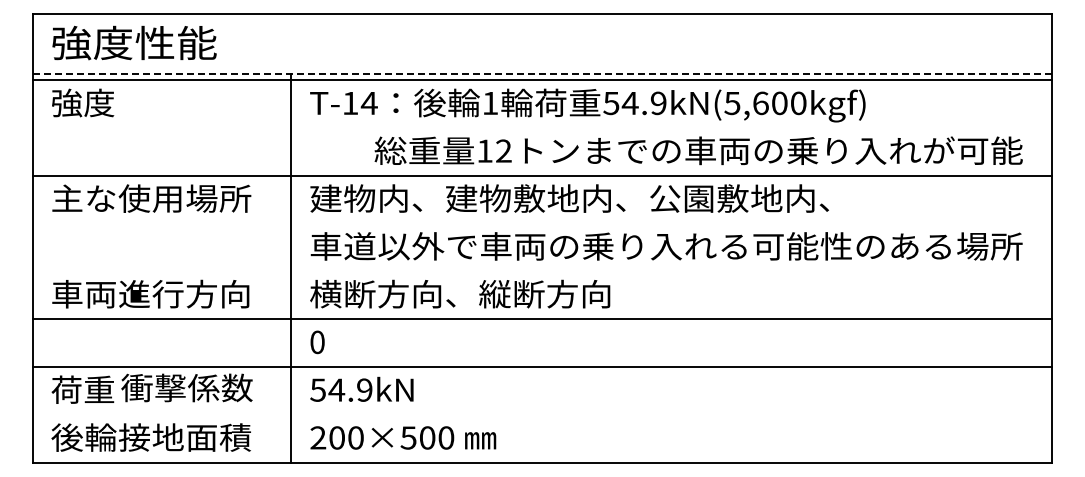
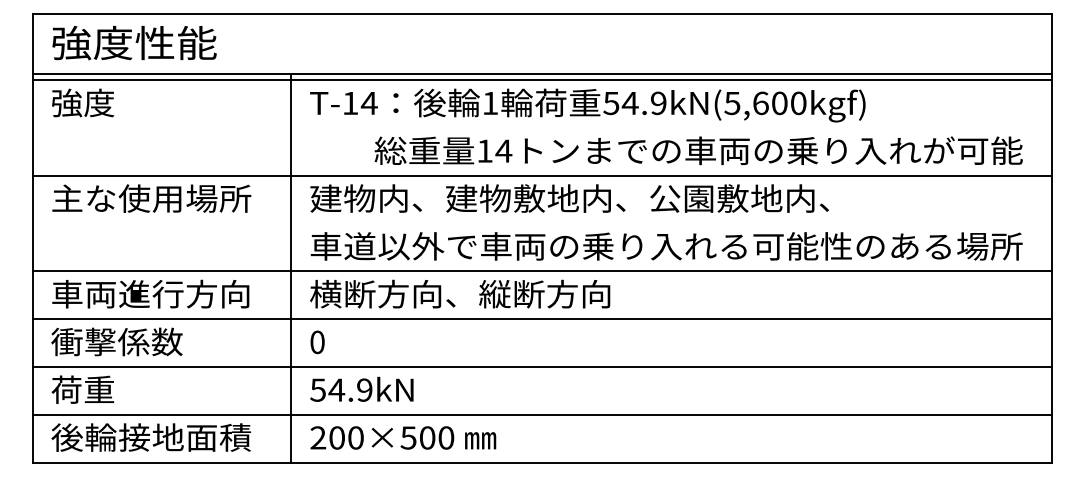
line at (542, 74): dashed -> solid
text at (503, 150): 12 -> 14
line at (542, 271): none -> present
text at (186, 387) position: (186, 387) -> (116, 341)
line at (542, 414): none -> present
